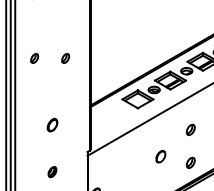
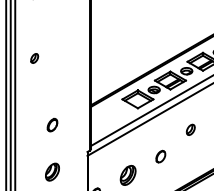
part at (65, 58): present -> none
line at (150, 110): none -> present
part at (190, 162): present -> none
part at (52, 172) size: 11x13 px -> 15x20 px
part at (127, 175): none -> present
